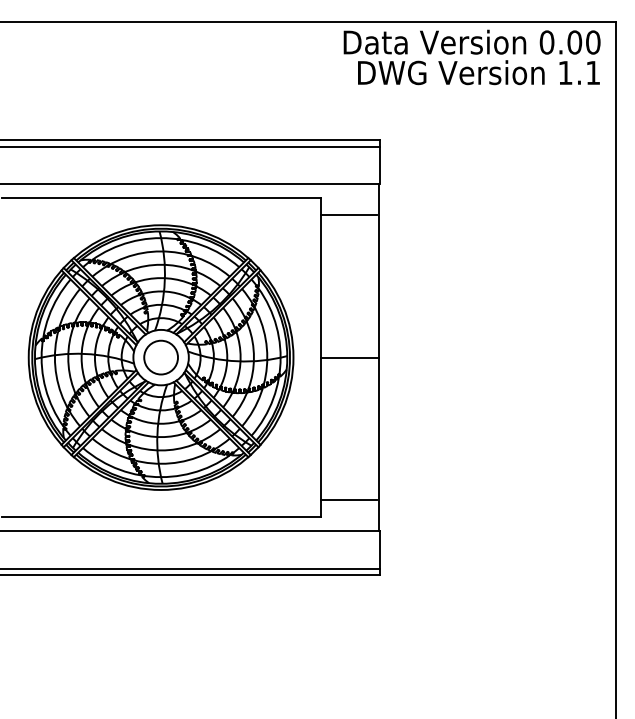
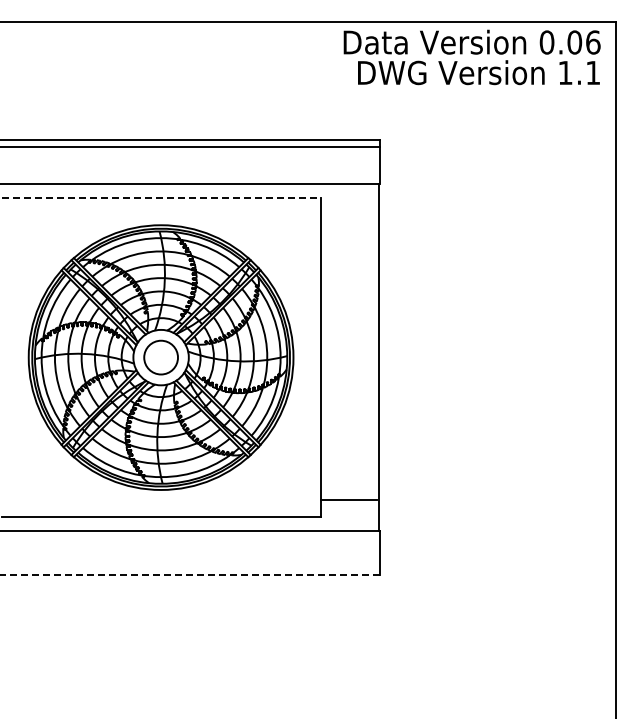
text at (593, 42): 0.00 -> 0.06
line at (161, 198): solid -> dashed
line at (348, 214): present -> none
line at (349, 357): present -> none
line at (191, 568): present -> none
line at (190, 575): solid -> dashed
